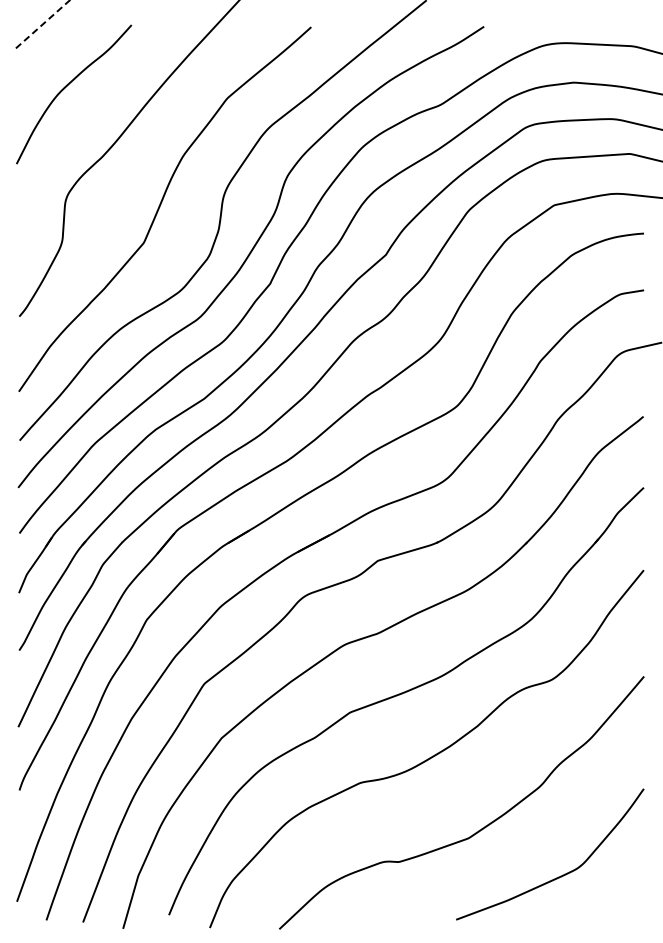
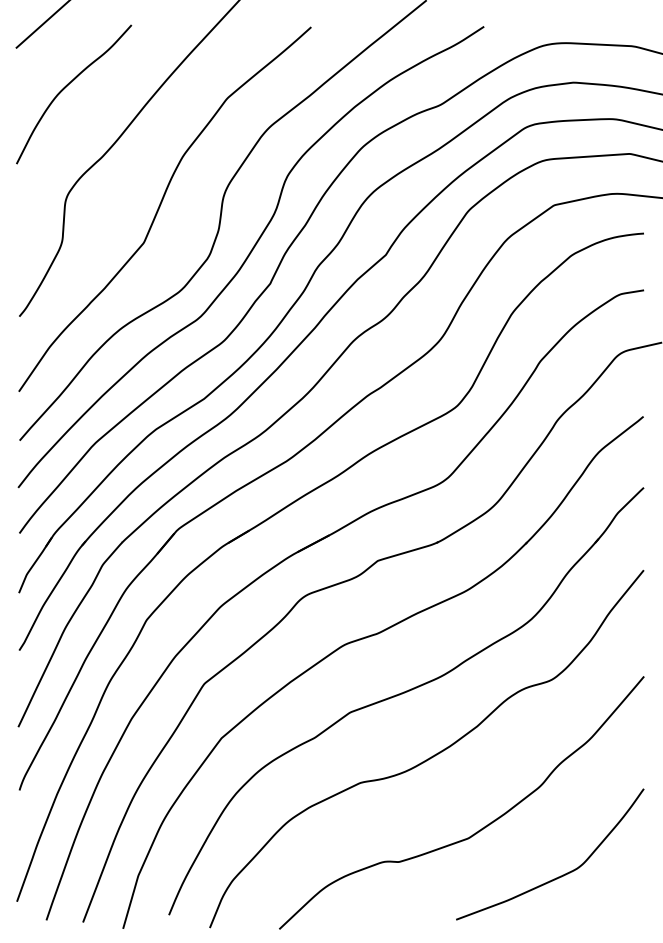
line at (42, 24): dashed -> solid
